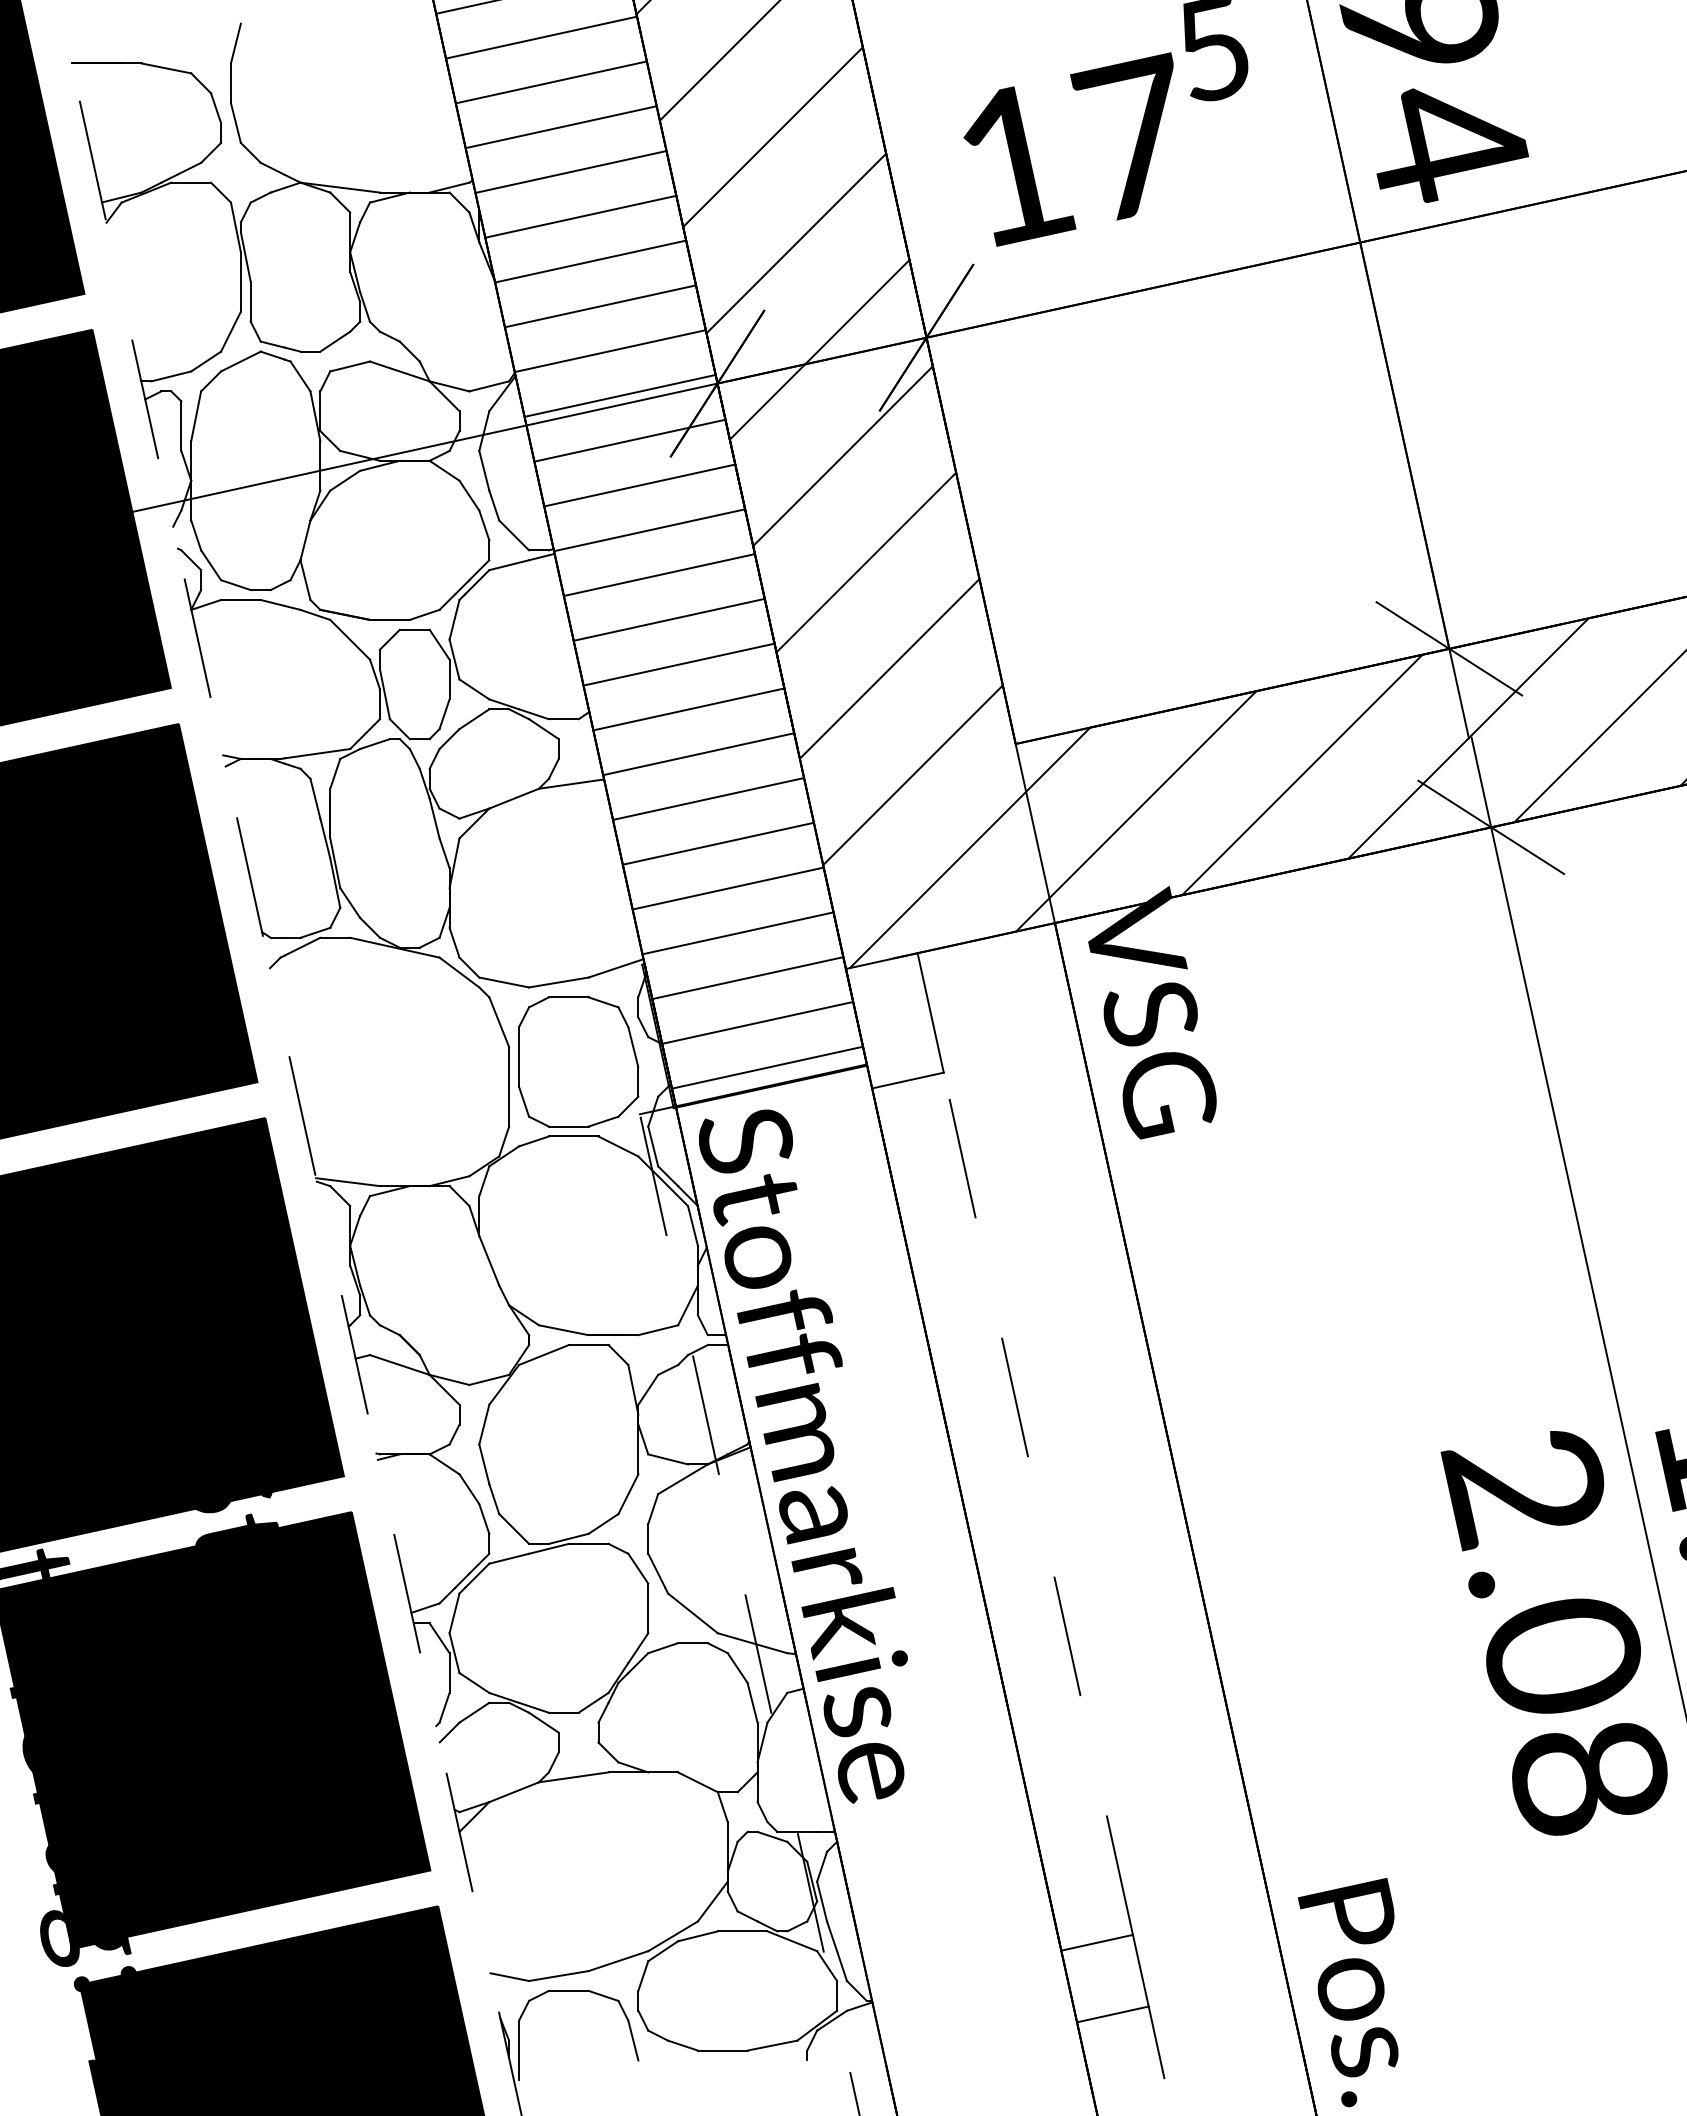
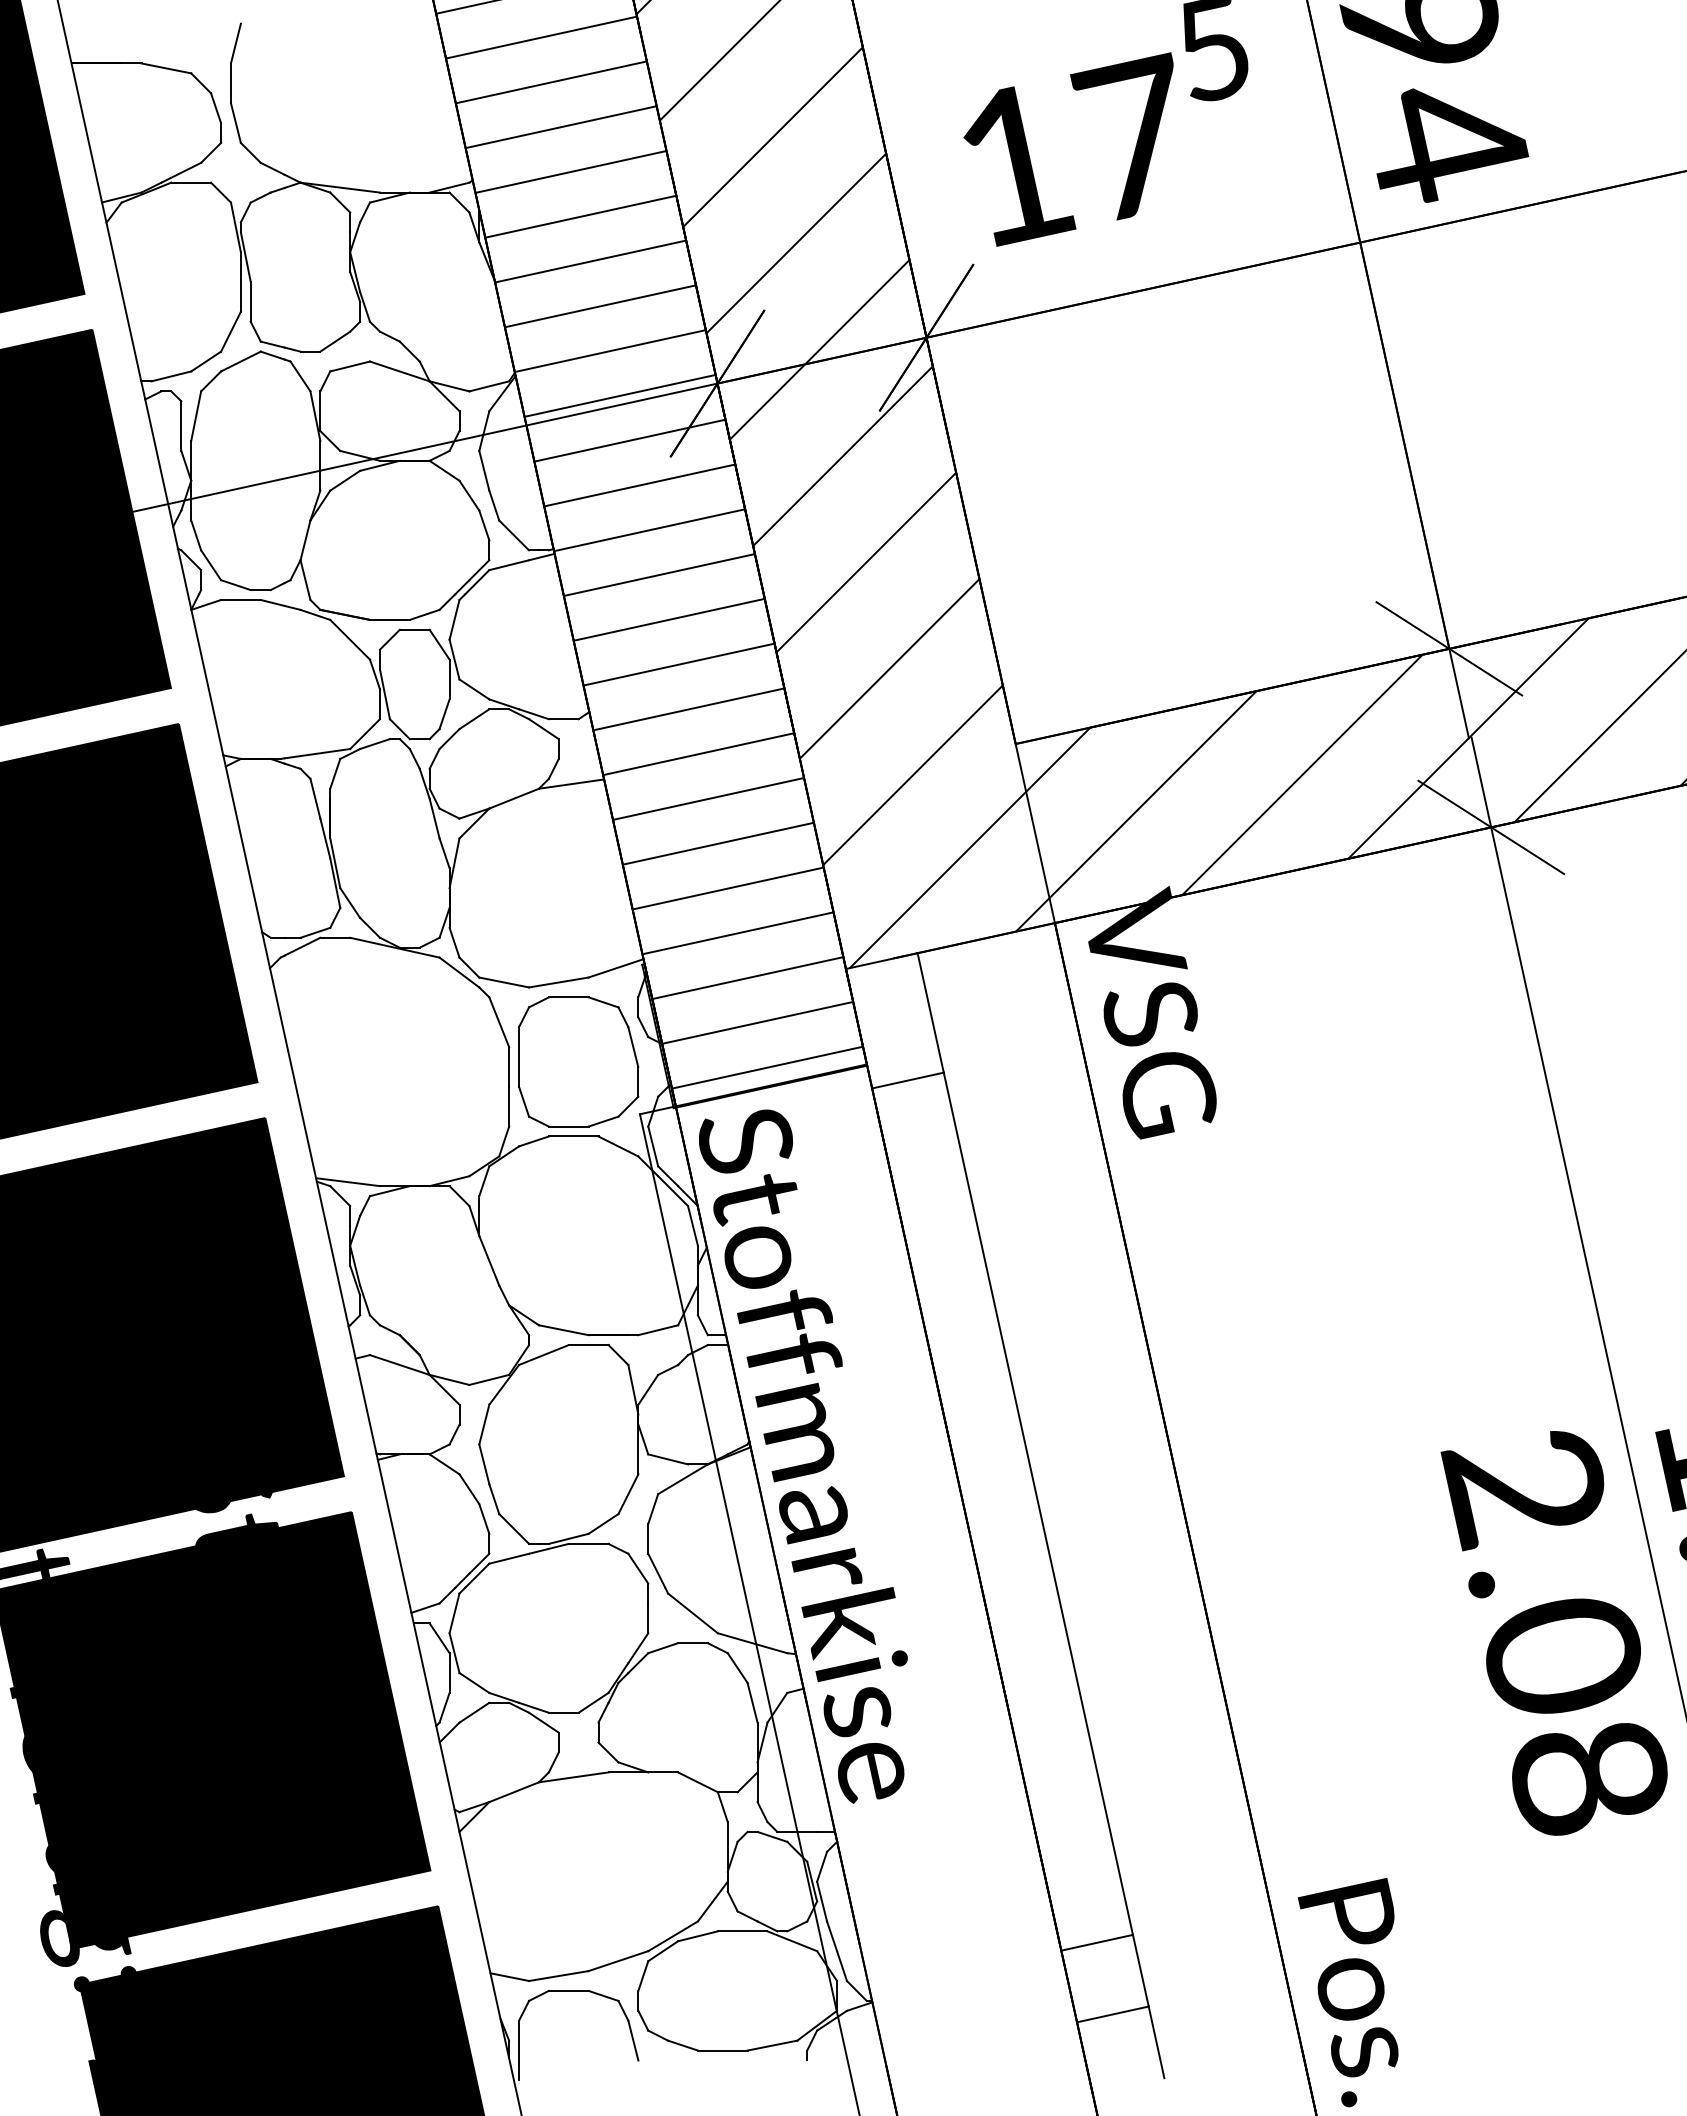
line at (289, 1058): dashed -> solid
line at (1038, 1503): dashed -> solid
line at (749, 1615): dashed -> solid
